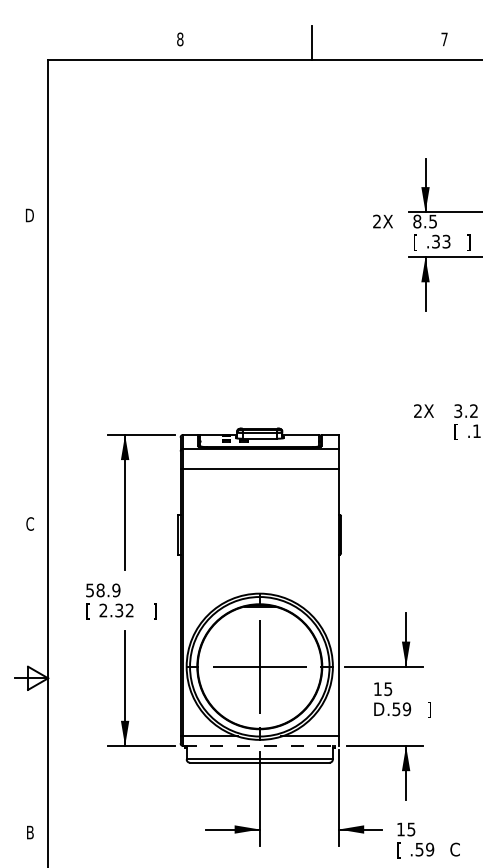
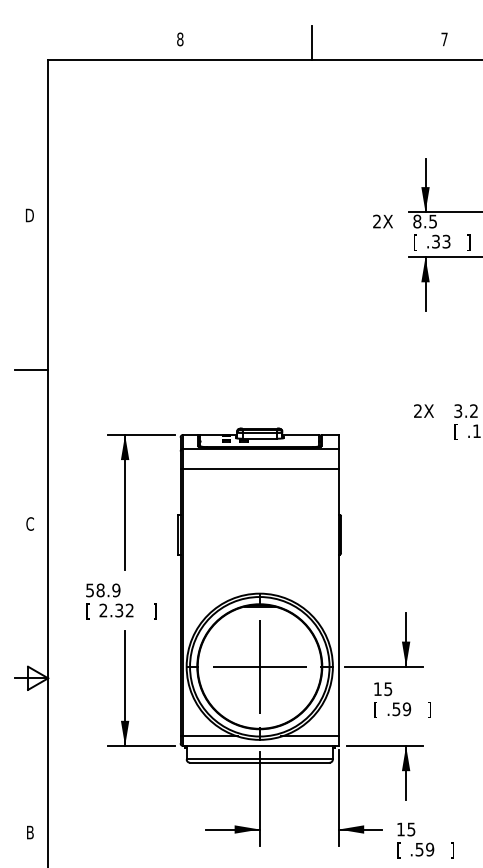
line at (31, 369): none -> present
text at (379, 709): D -> [
line at (261, 745): dashed -> solid
text at (454, 850): C -> ]
